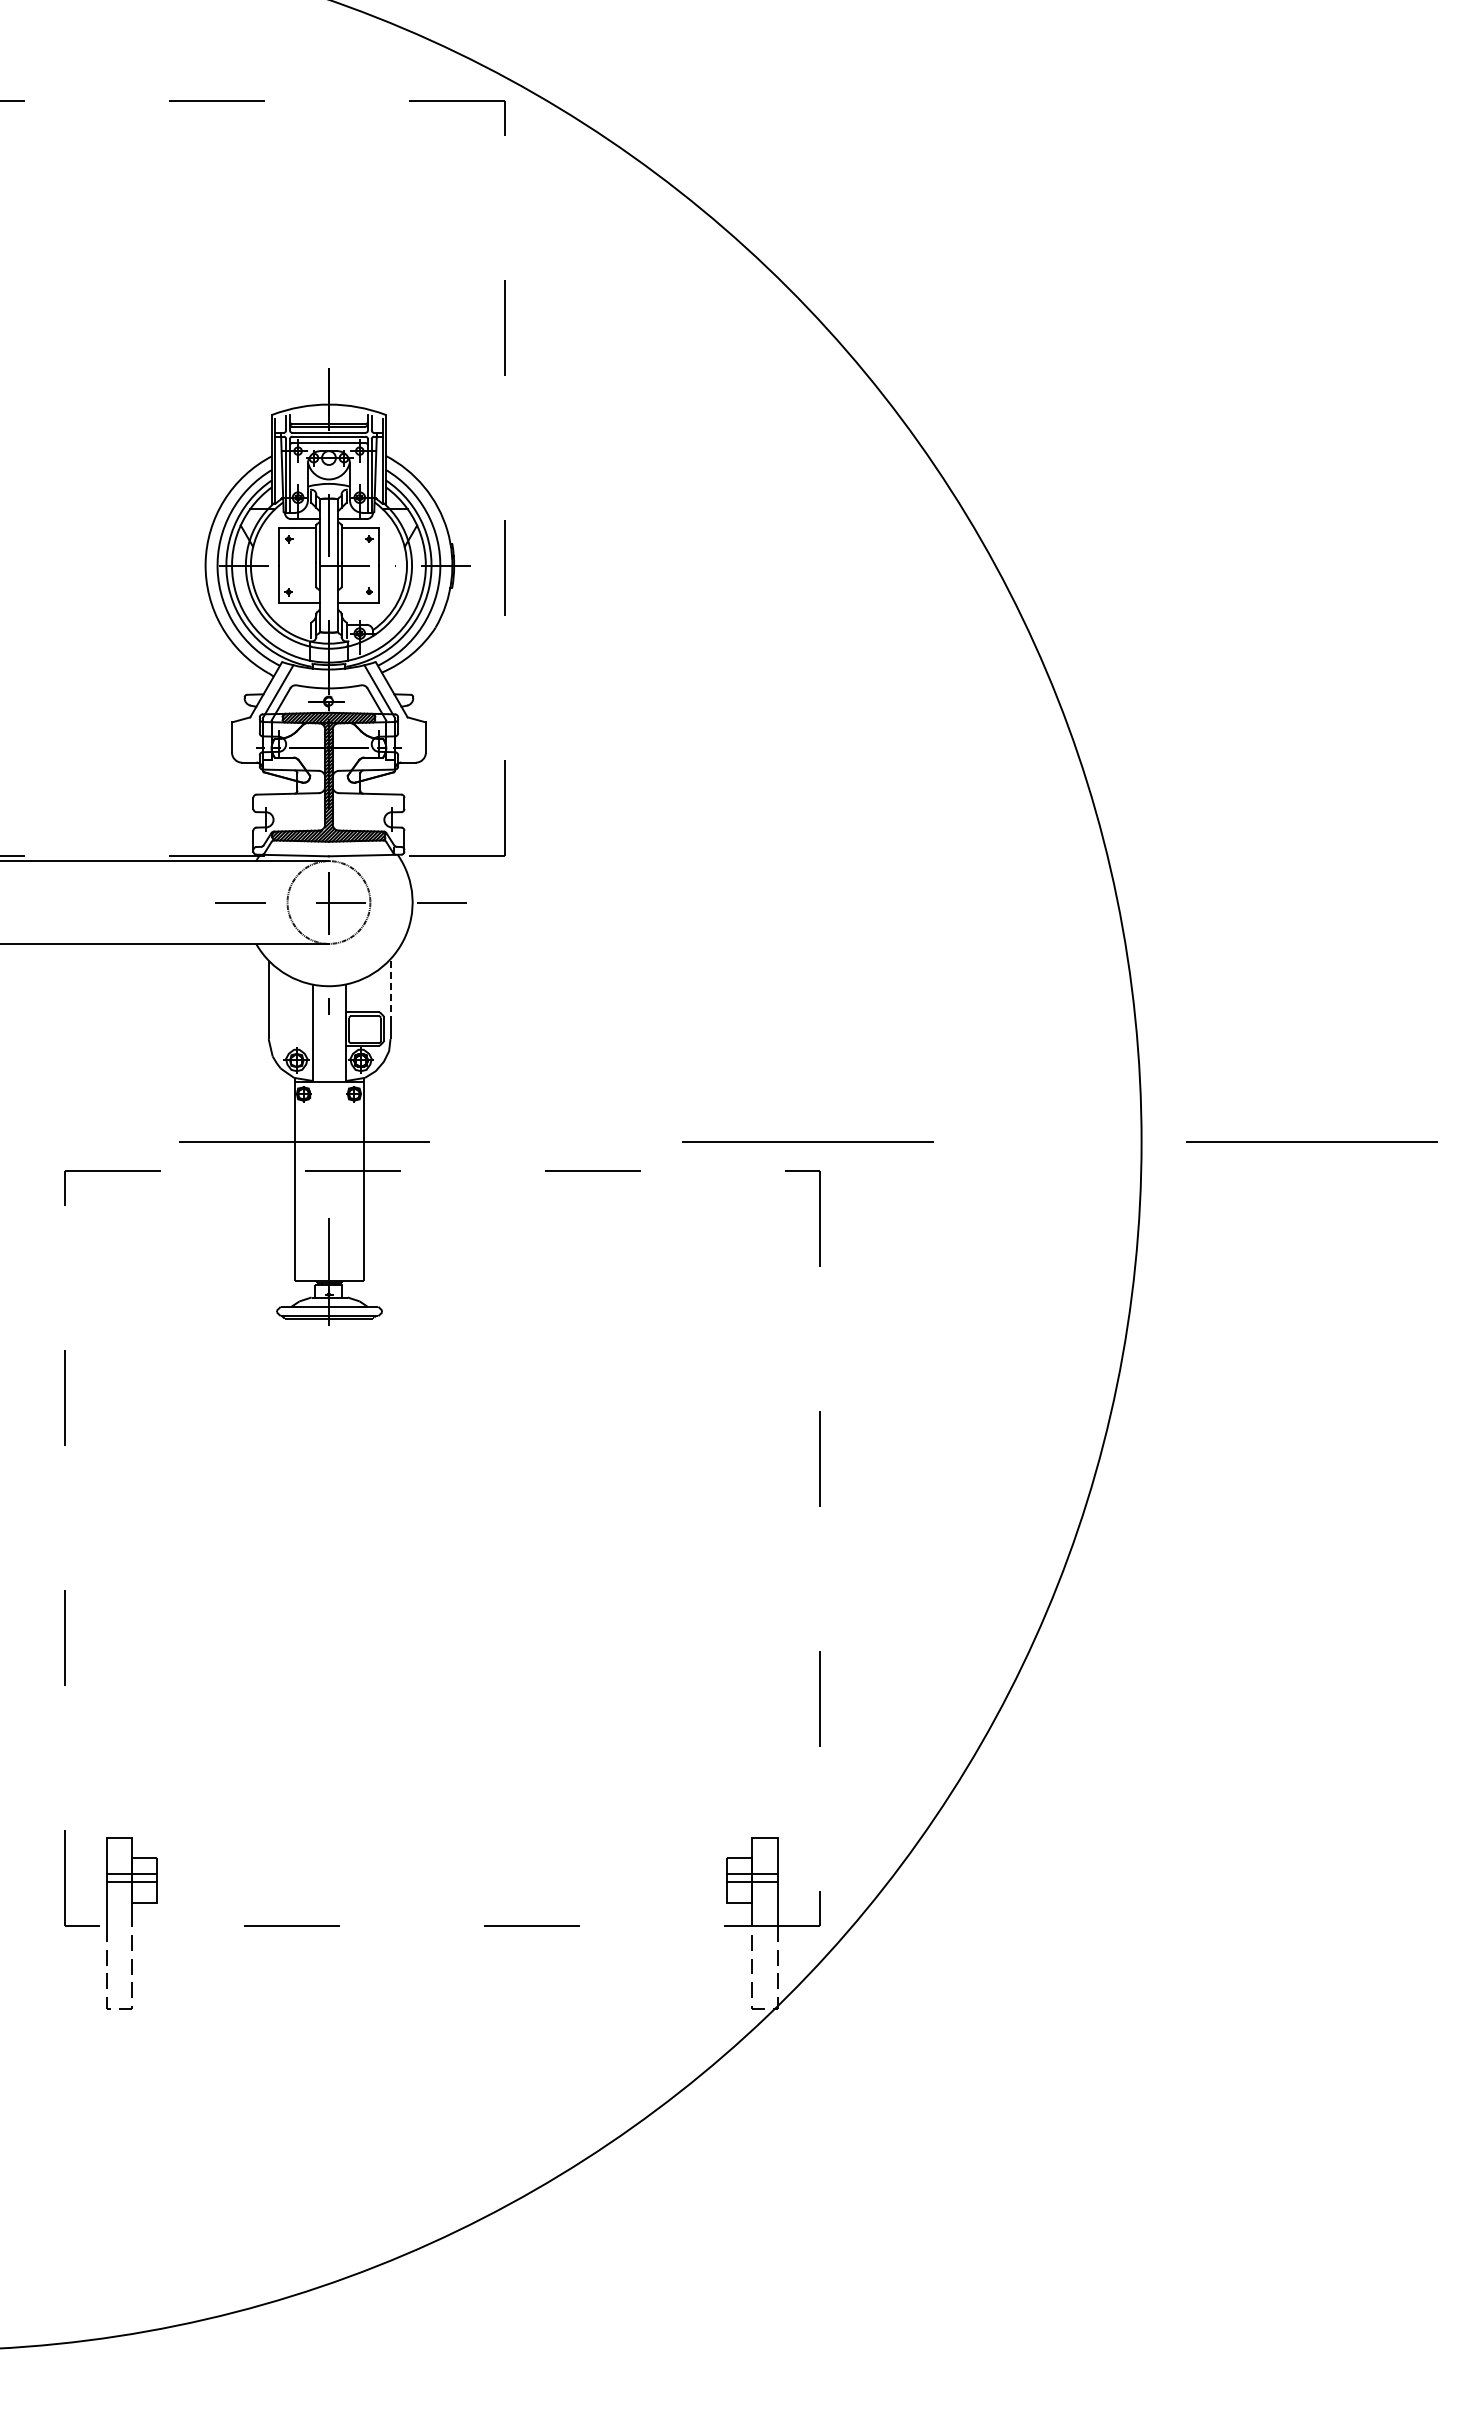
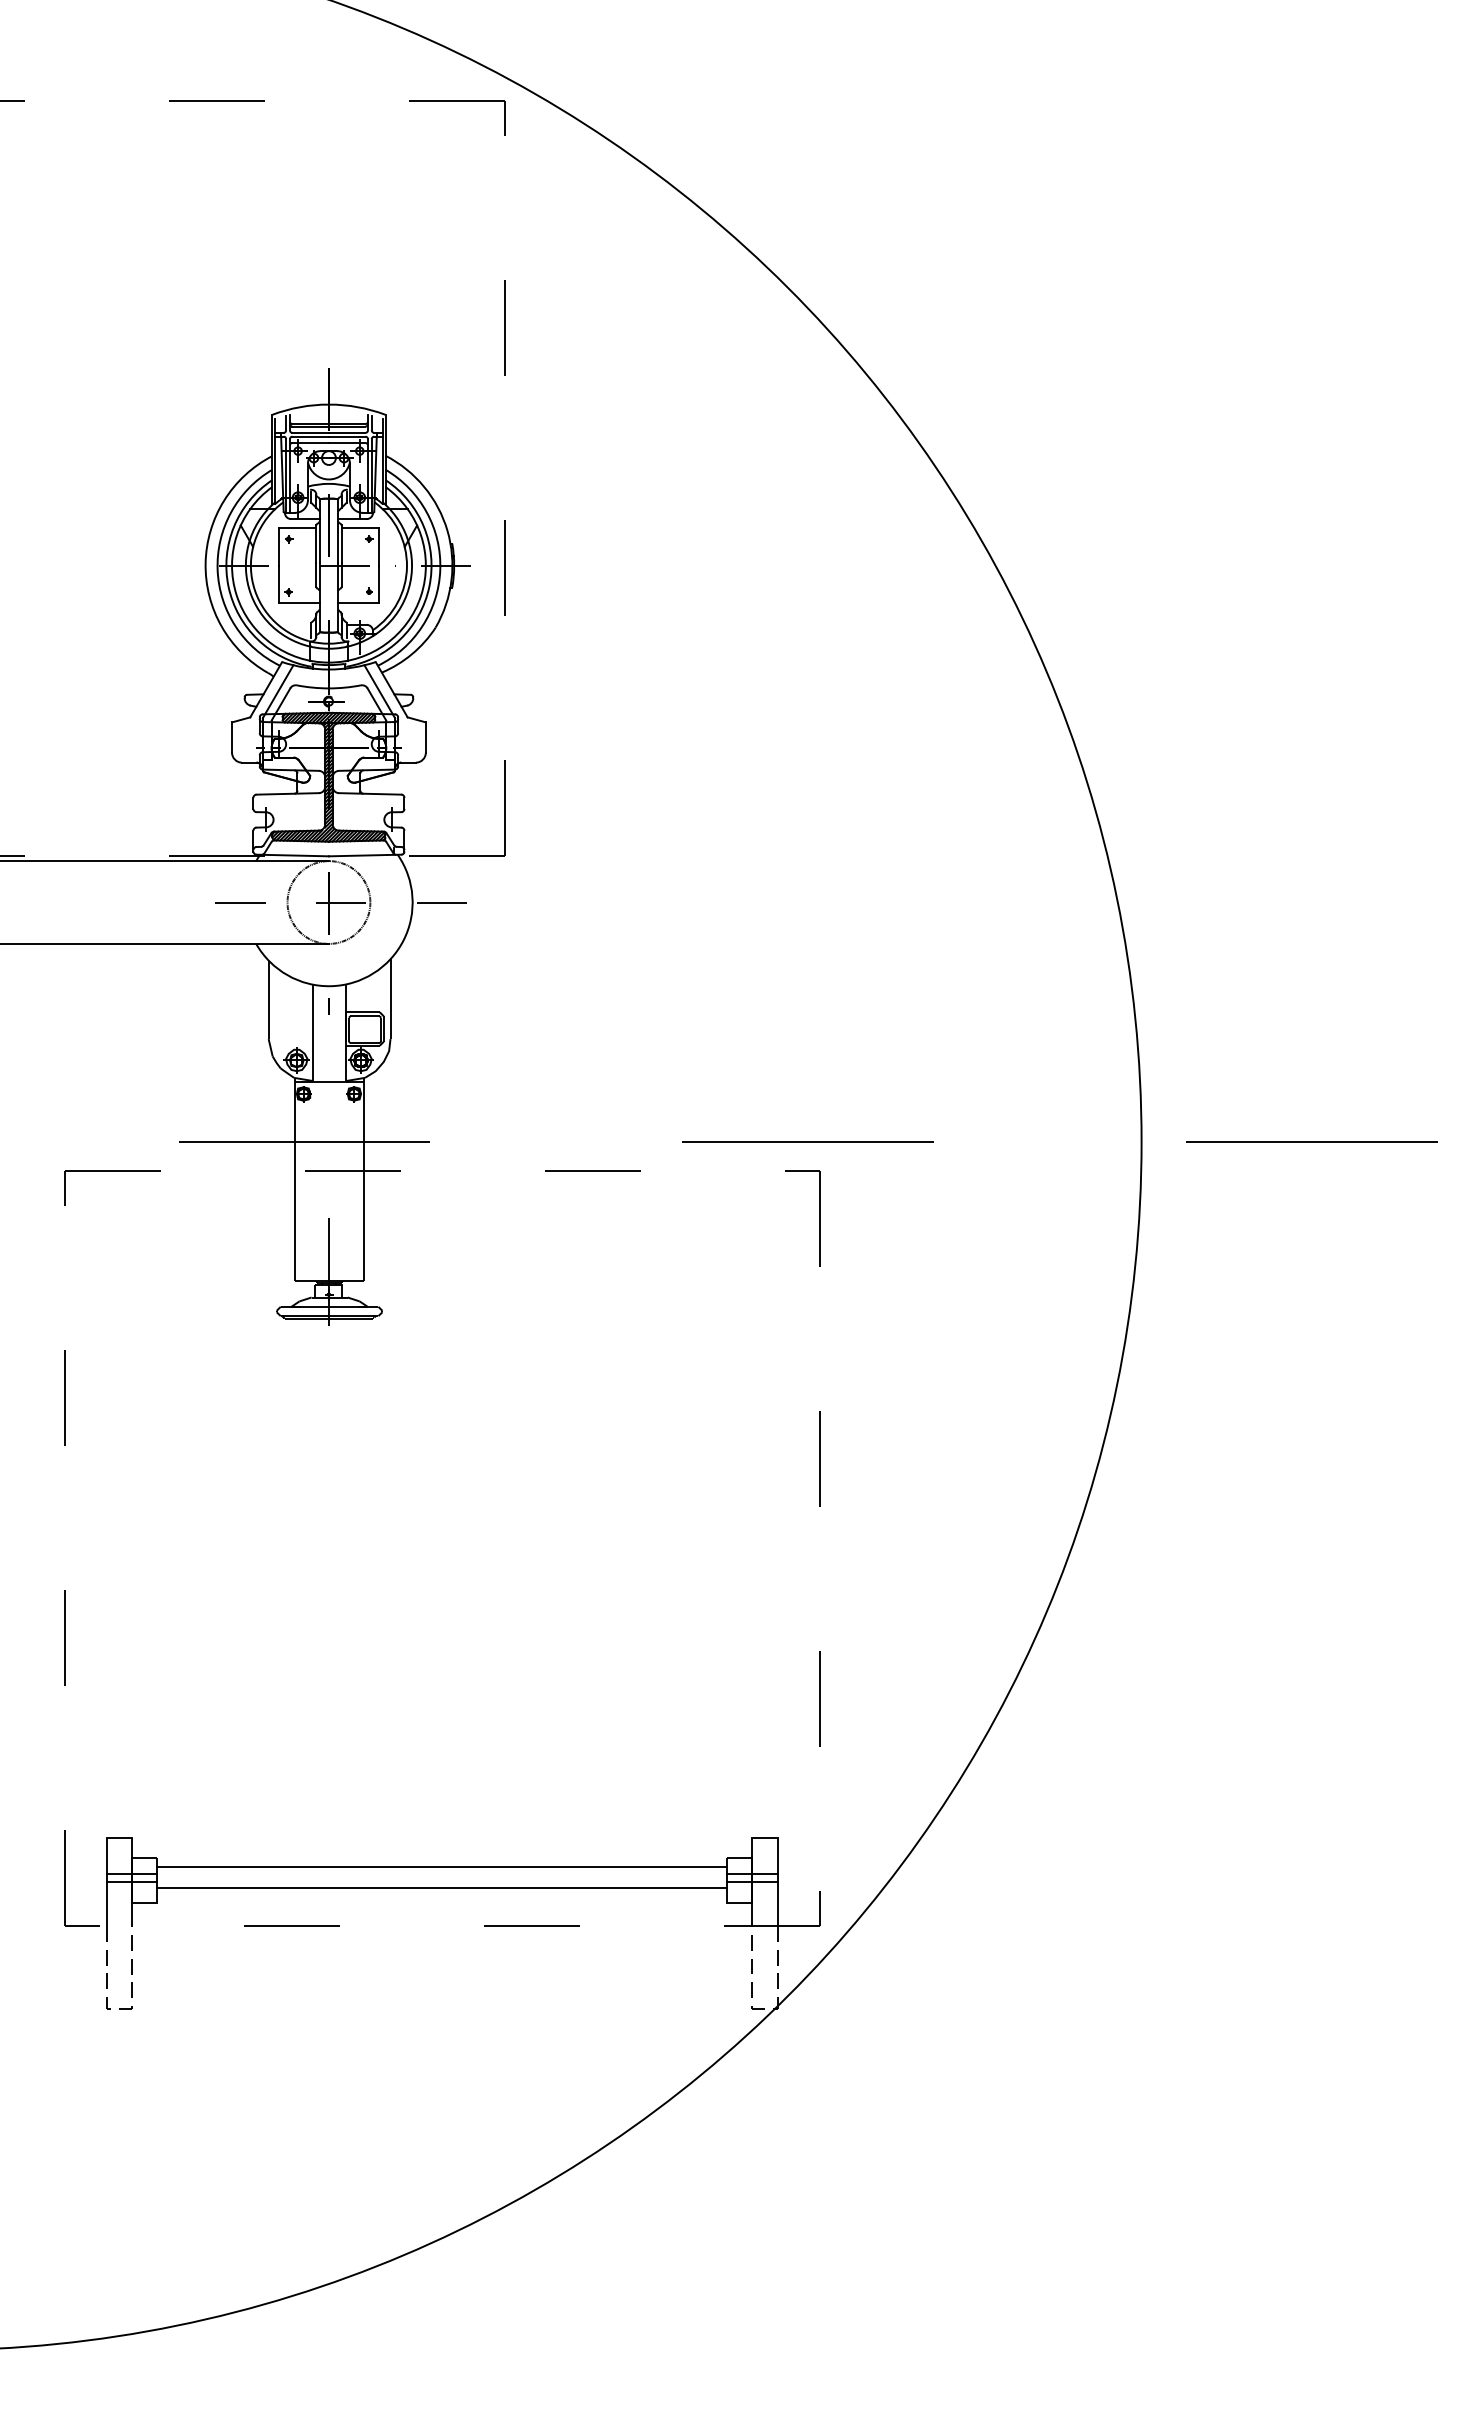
line at (390, 991): dashed -> solid
line at (442, 1867): none -> present
line at (442, 1888): none -> present
